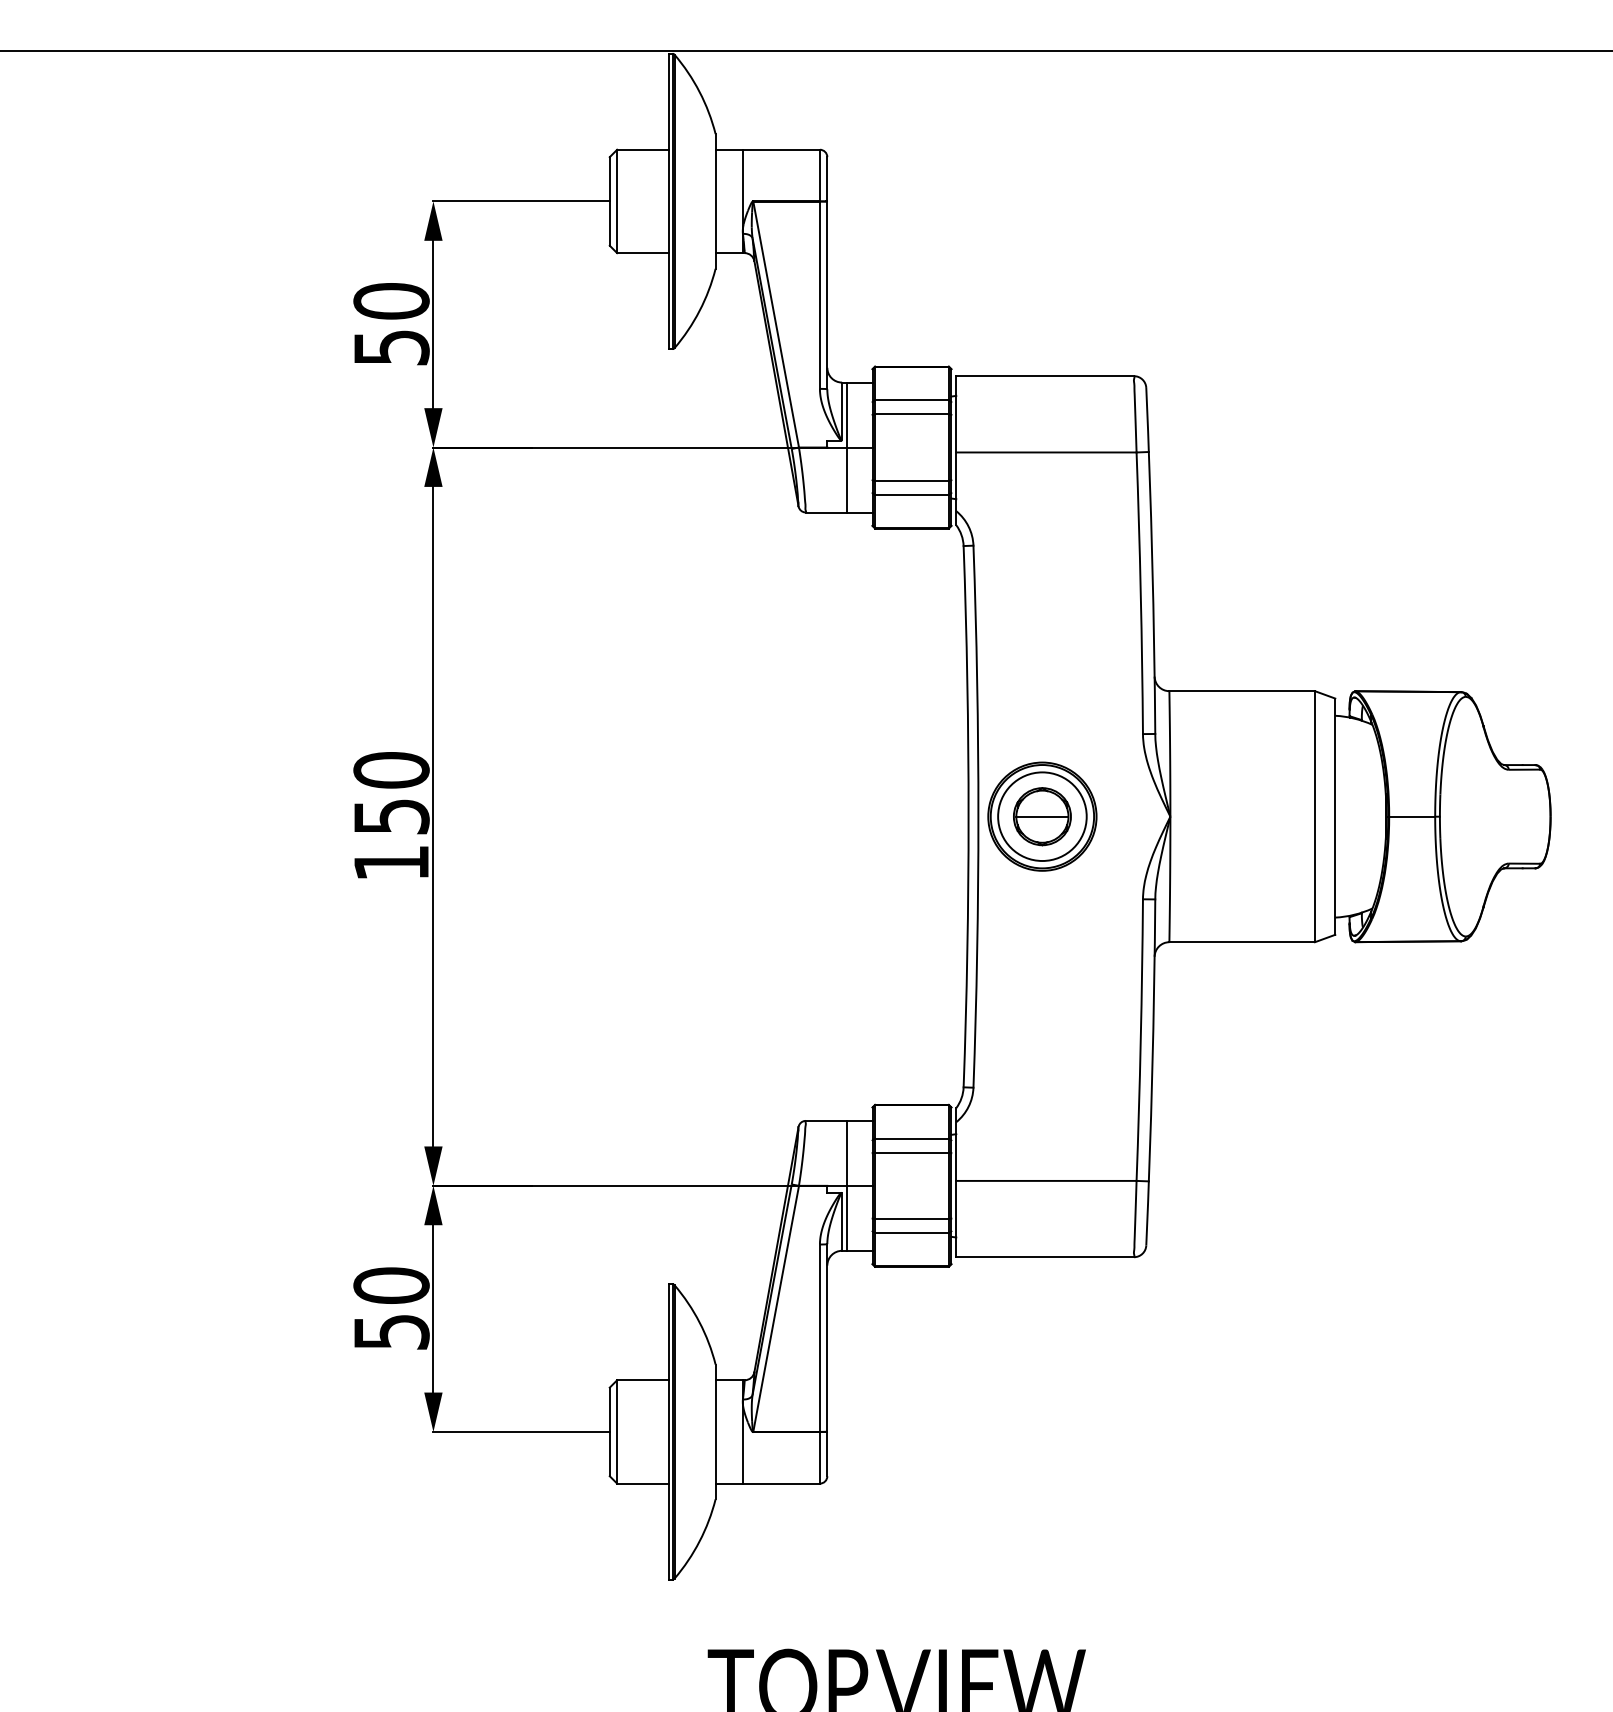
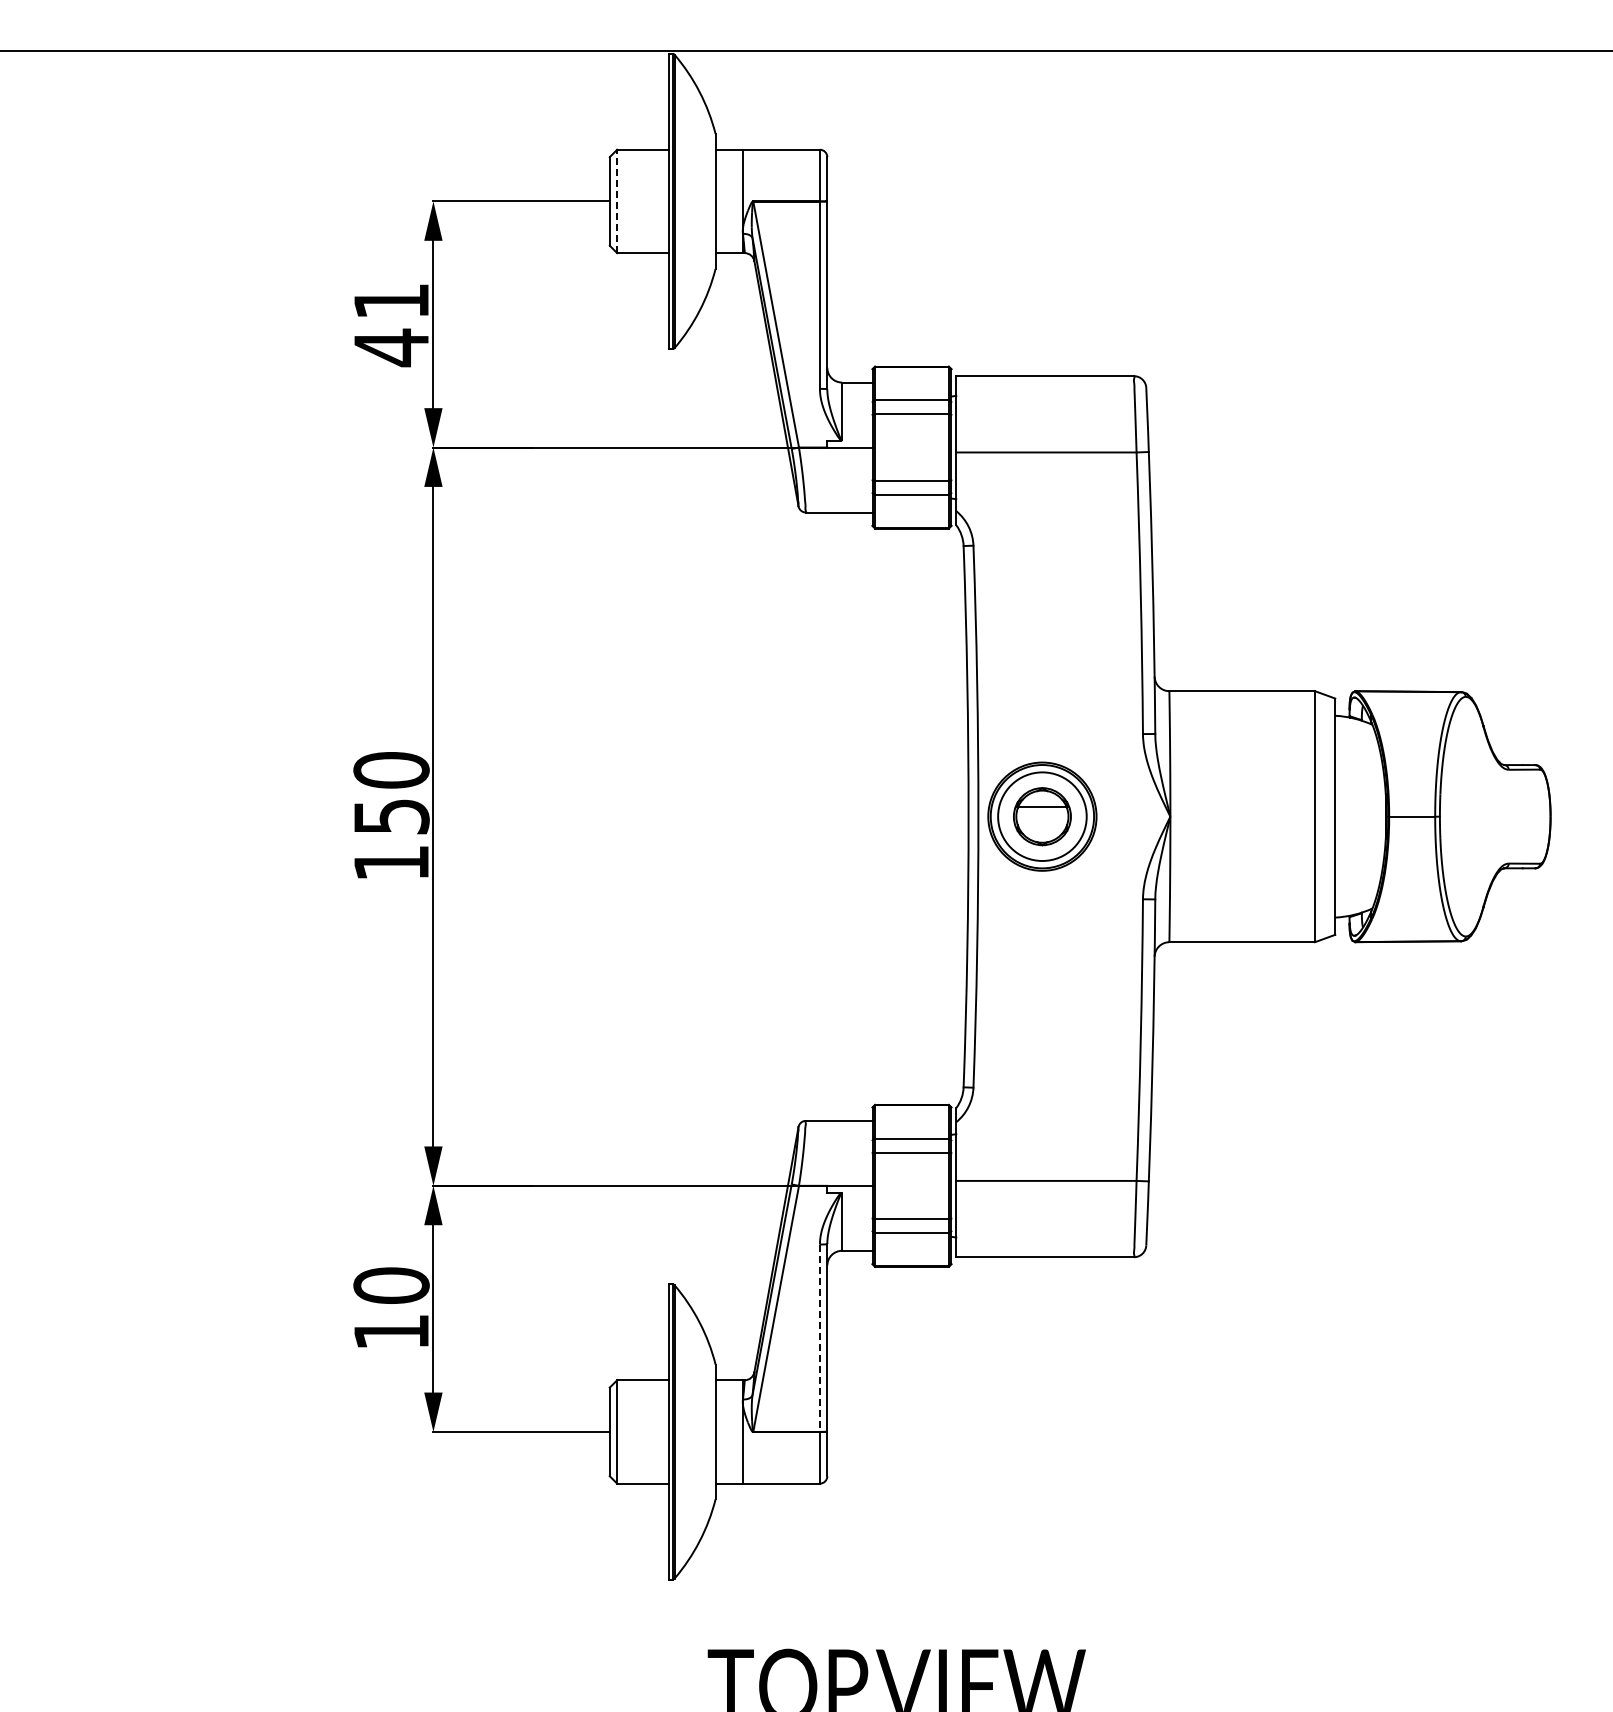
line at (617, 201): solid -> dashed
text at (391, 325): 50 -> 41
line at (847, 447): present -> none
line at (1042, 816) position: (1042, 816) -> (1042, 806)
line at (847, 1185): present -> none
text at (391, 1332): 50 -> 10
line at (819, 1338): solid -> dashed
